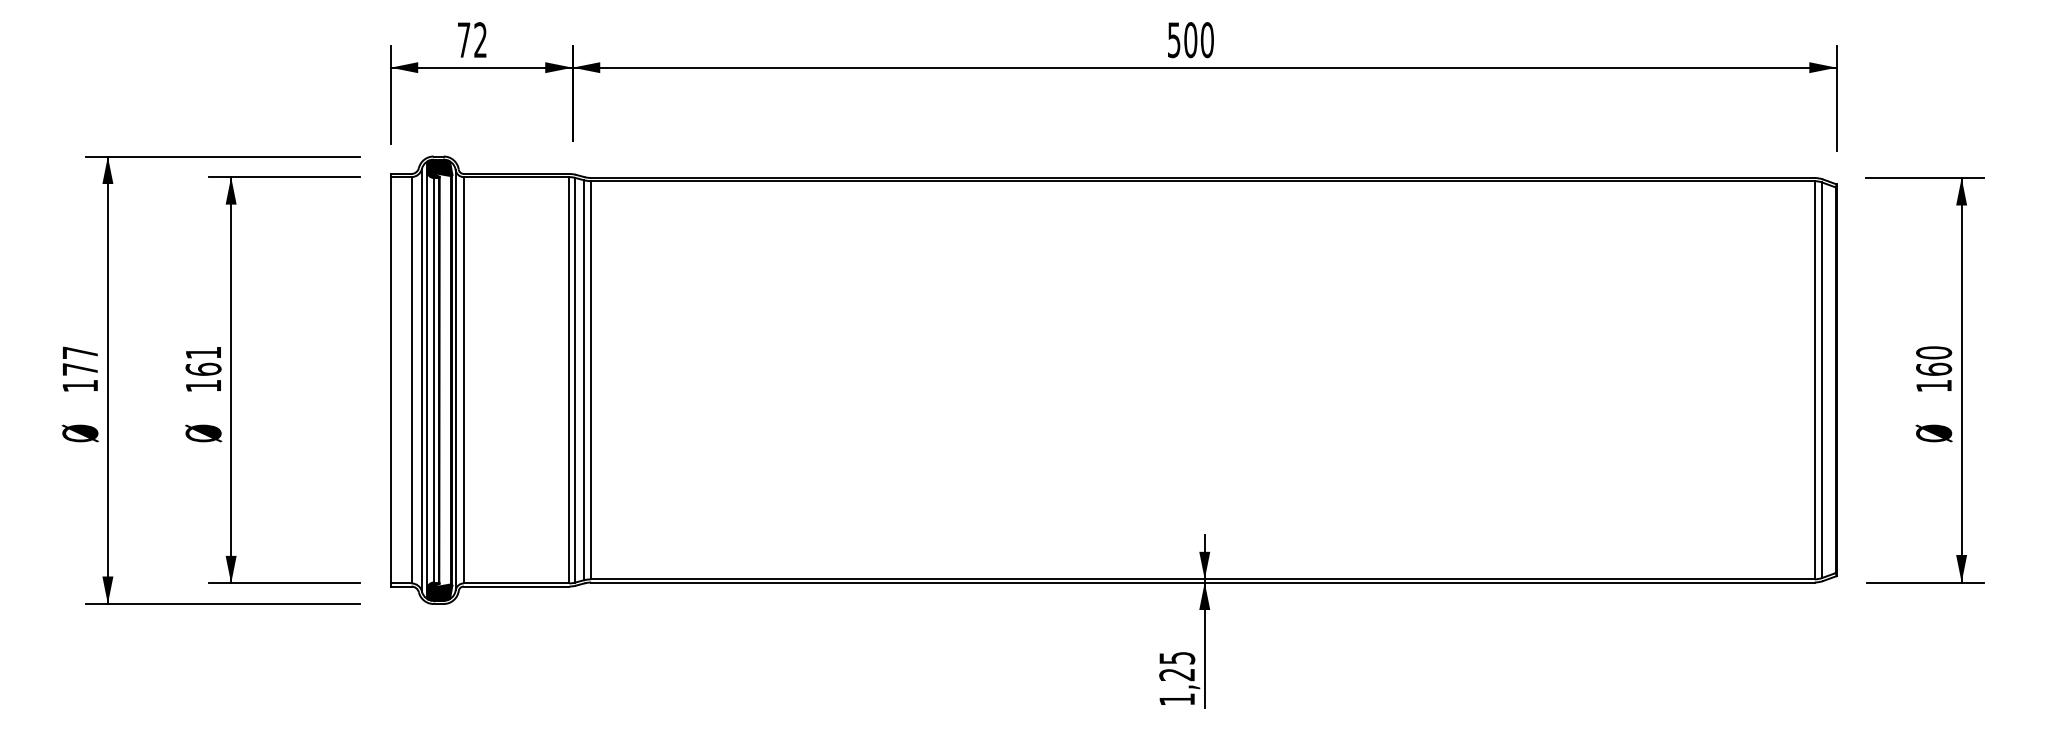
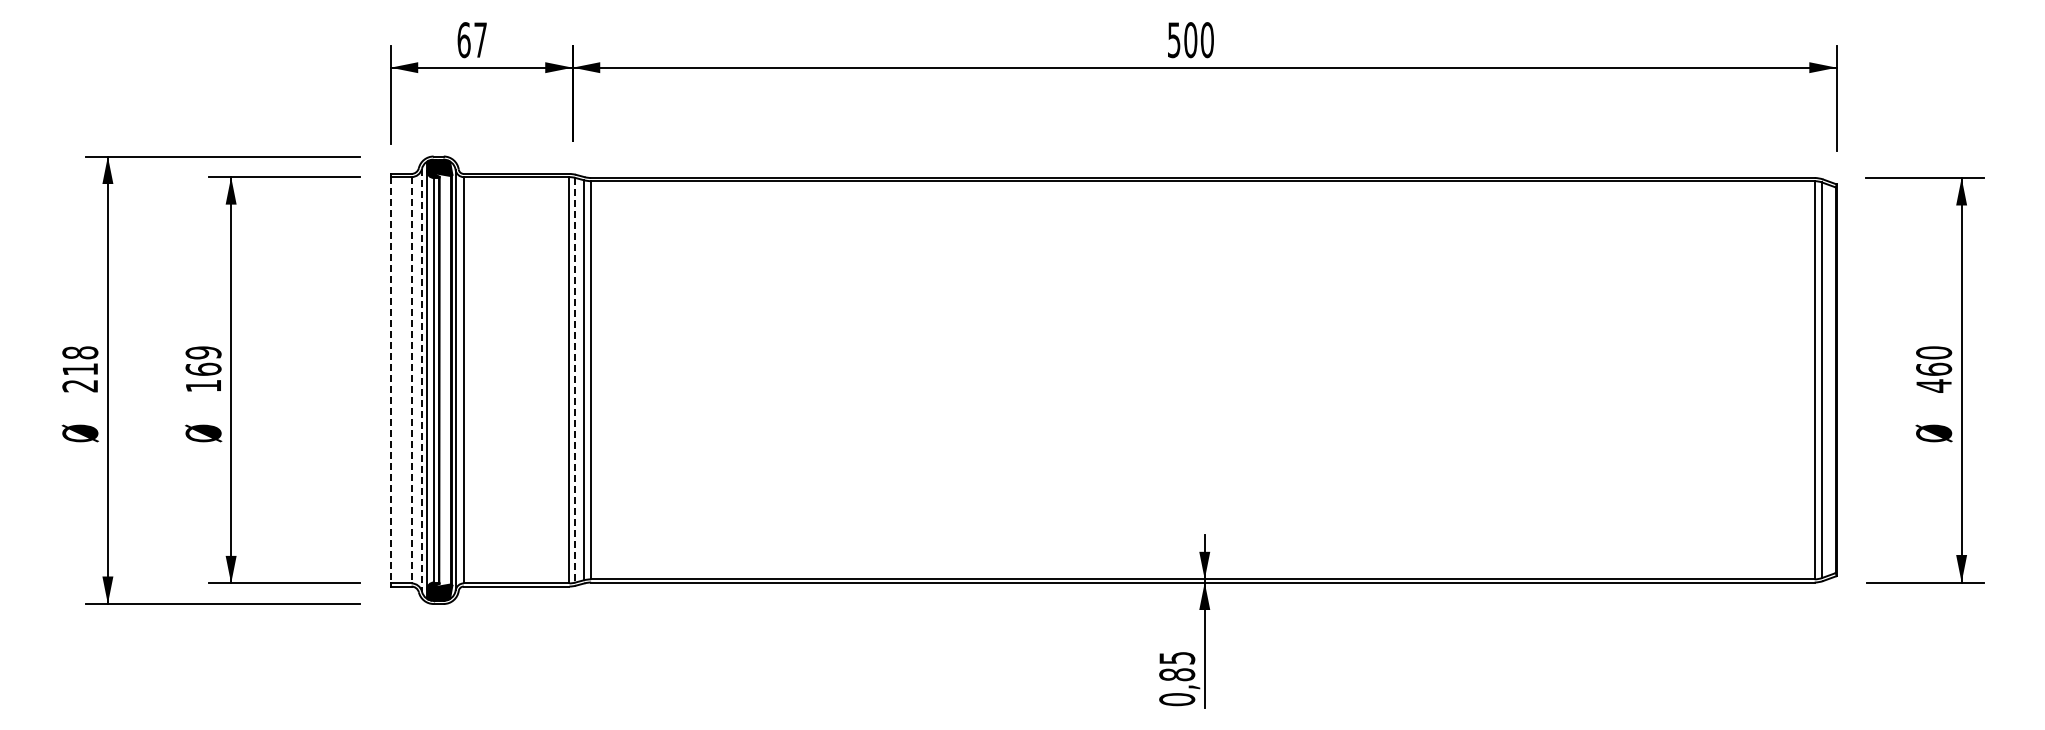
text at (471, 40): 72 -> 67
text at (203, 352): 161 -> 169
text at (80, 369): 177 -> 218
line at (390, 380): solid -> dashed
line at (411, 380): solid -> dashed
line at (421, 380): solid -> dashed
line at (575, 380): solid -> dashed
text at (1933, 385): 160 -> 460
text at (1177, 687): 1,25 -> 0,85
